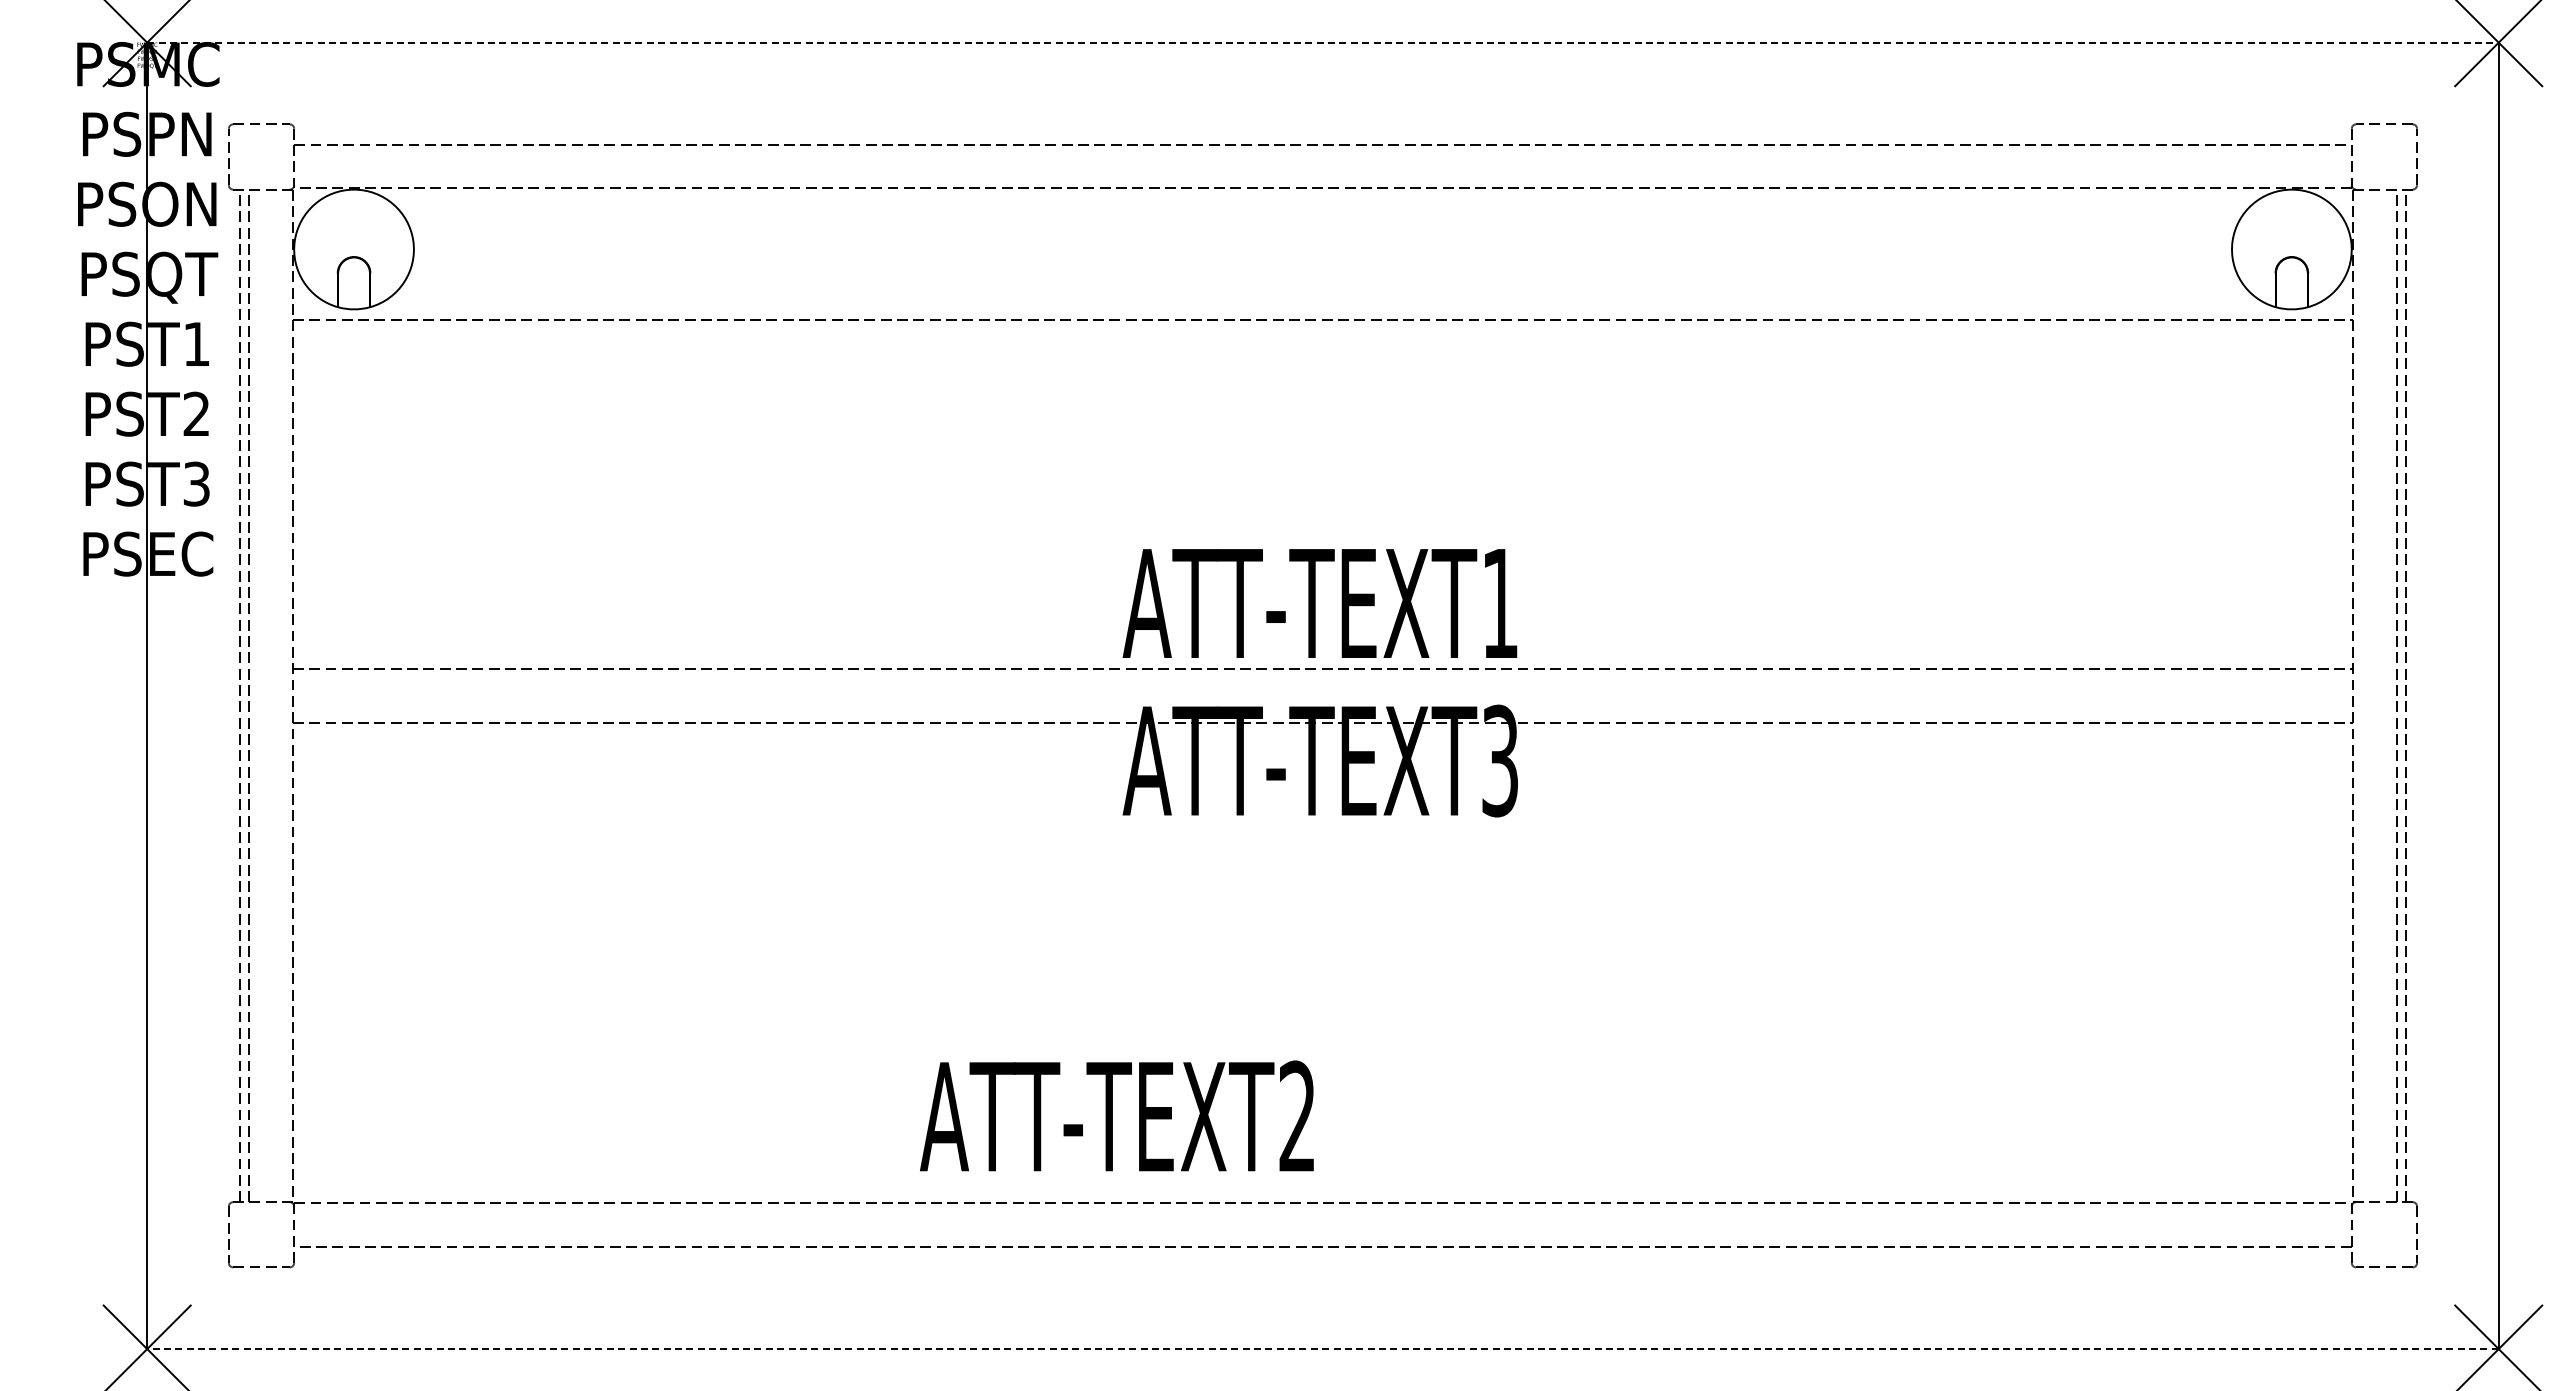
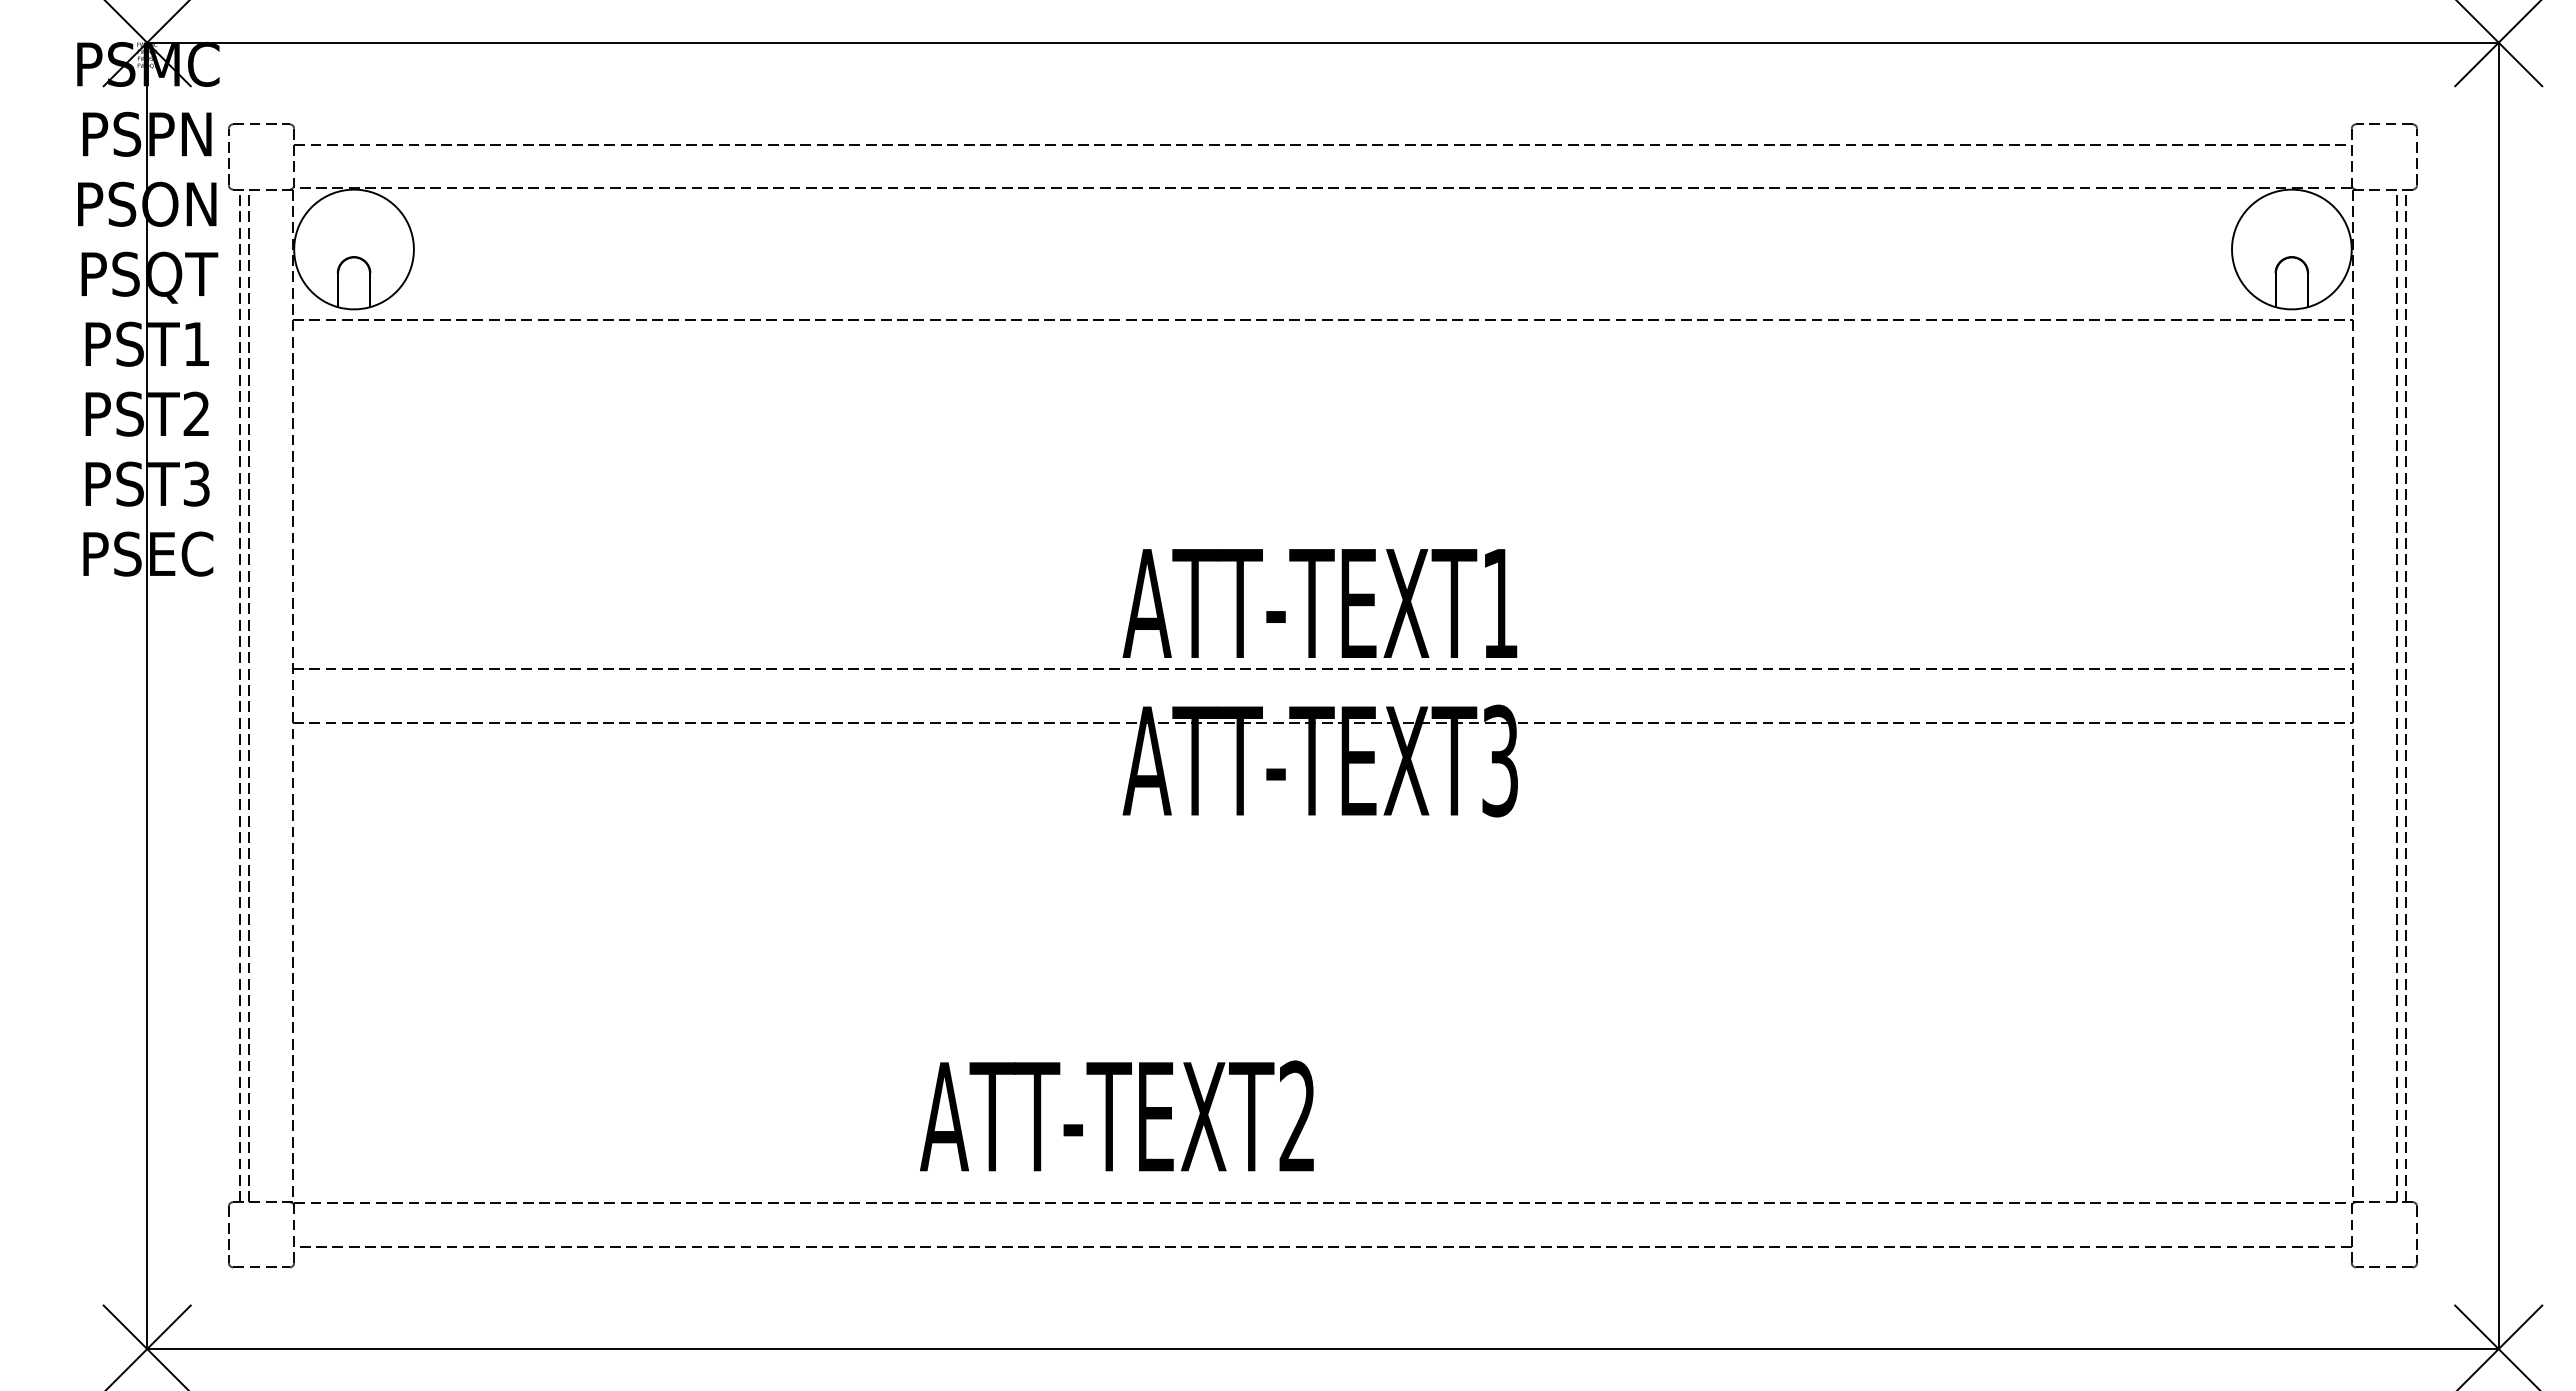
line at (1322, 42): dashed -> solid
line at (1322, 1349): dashed -> solid
